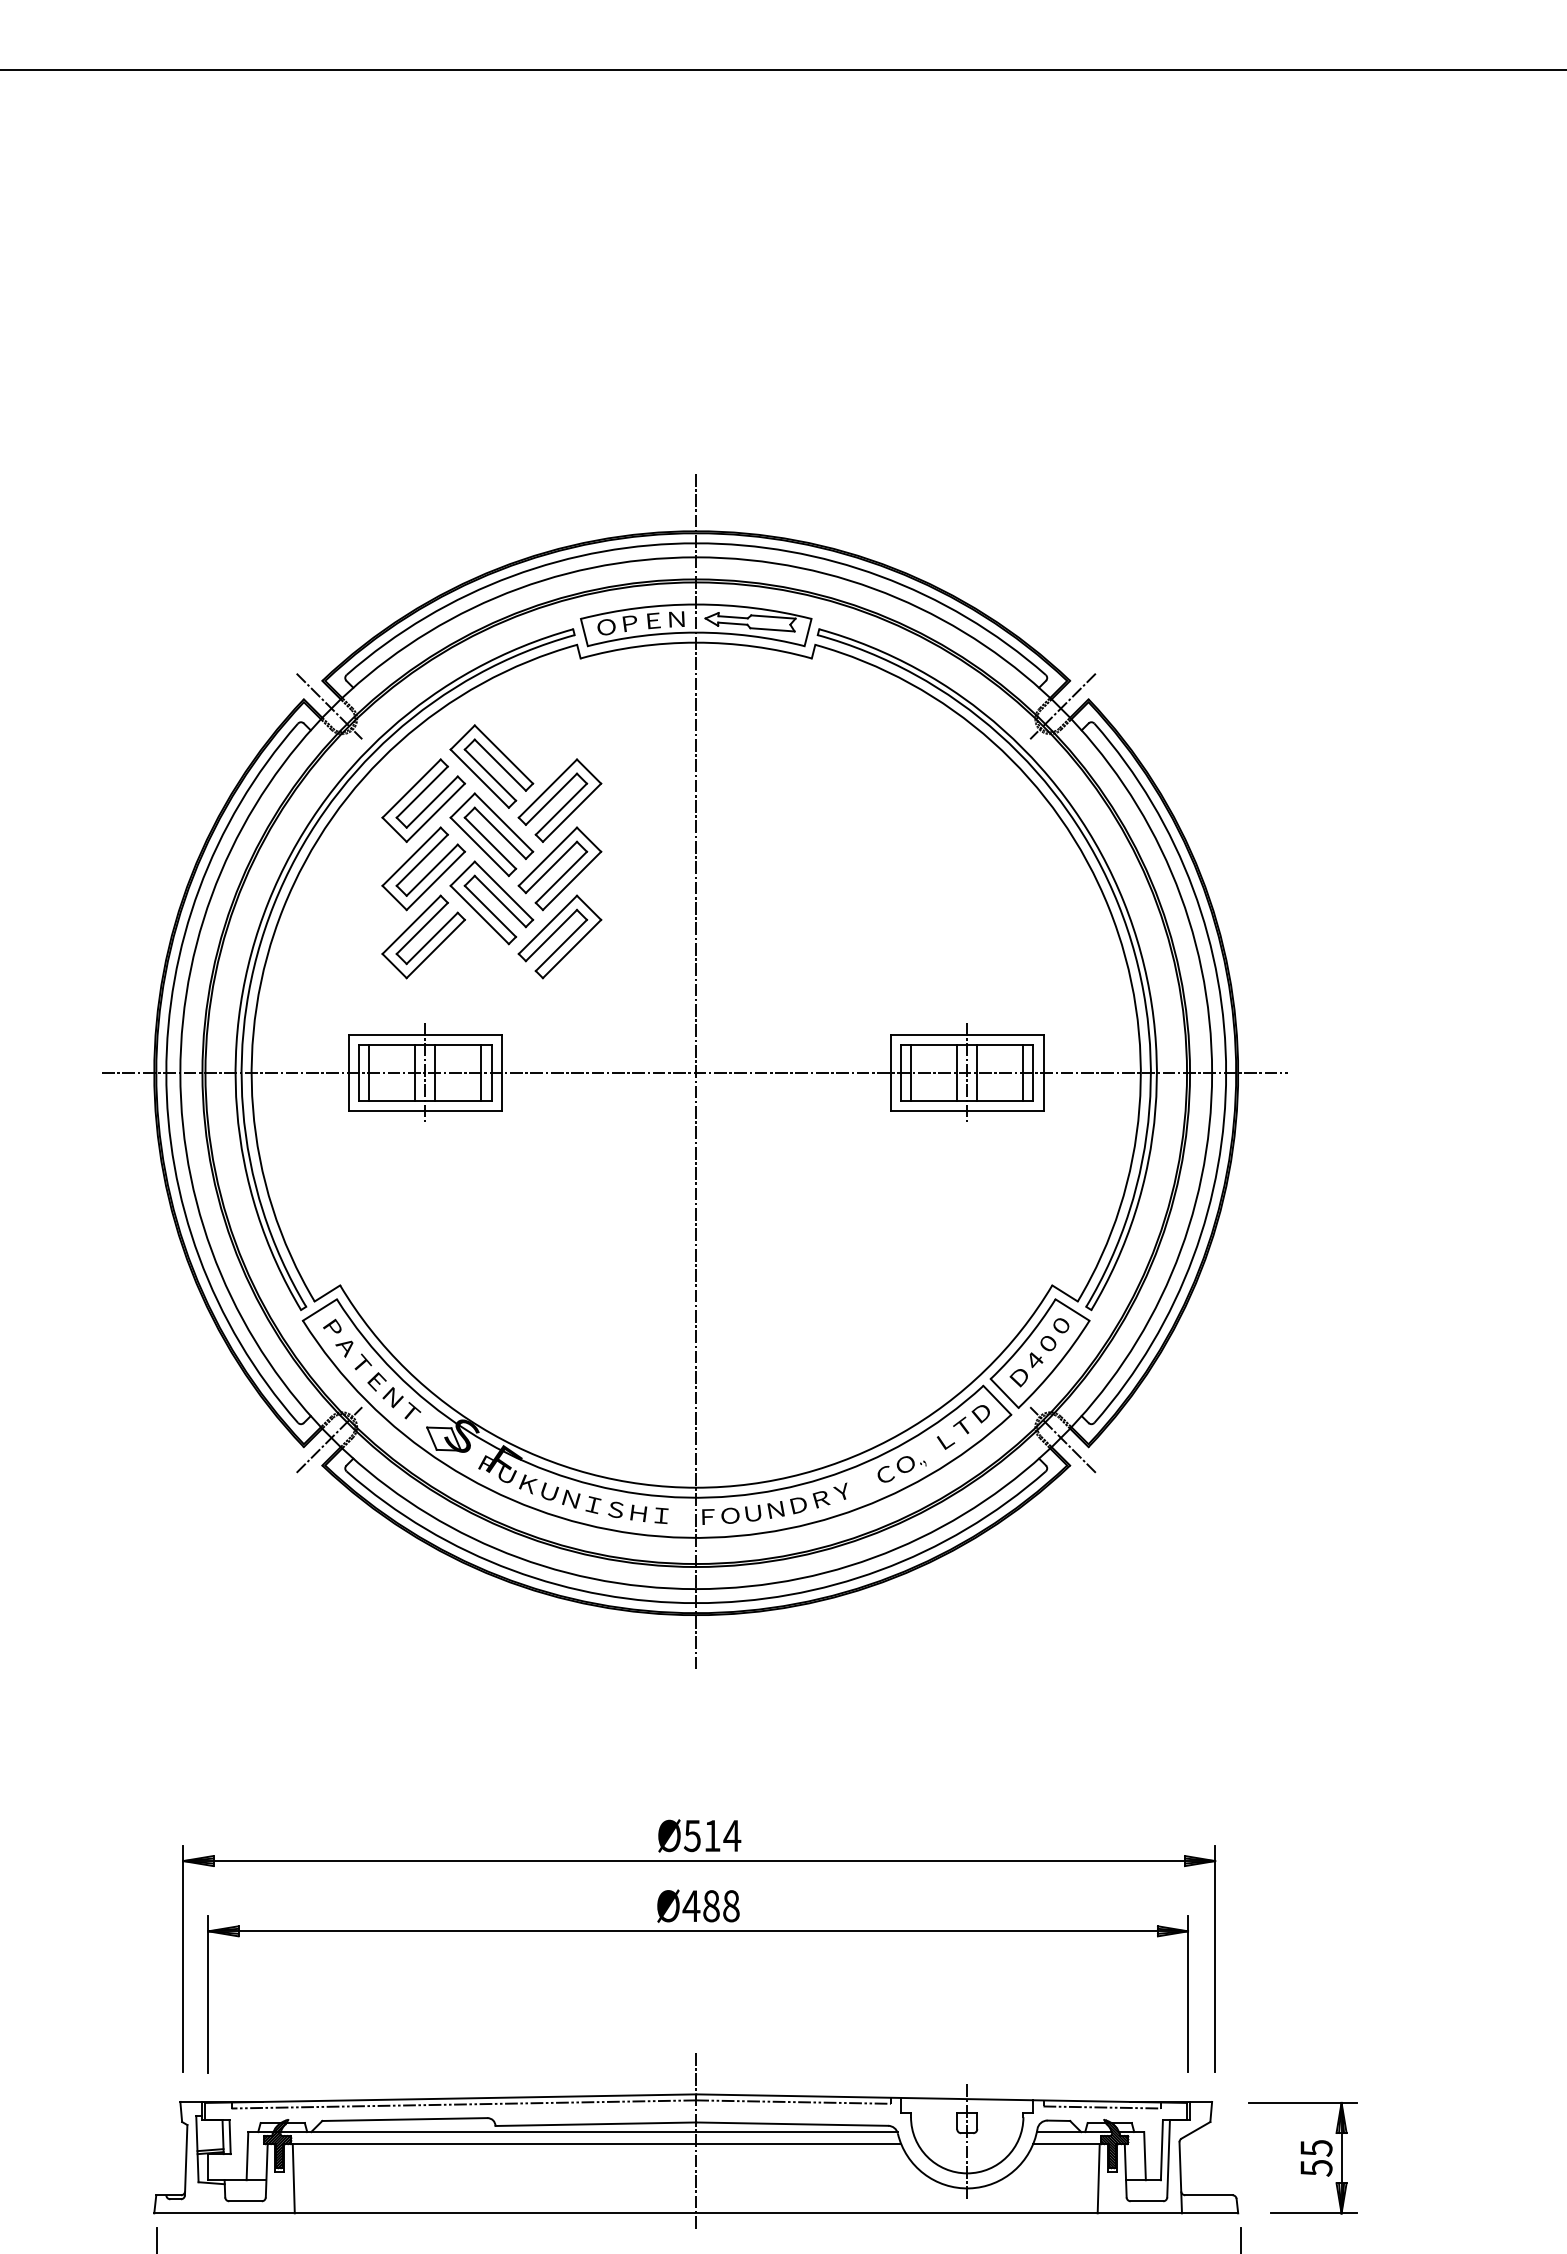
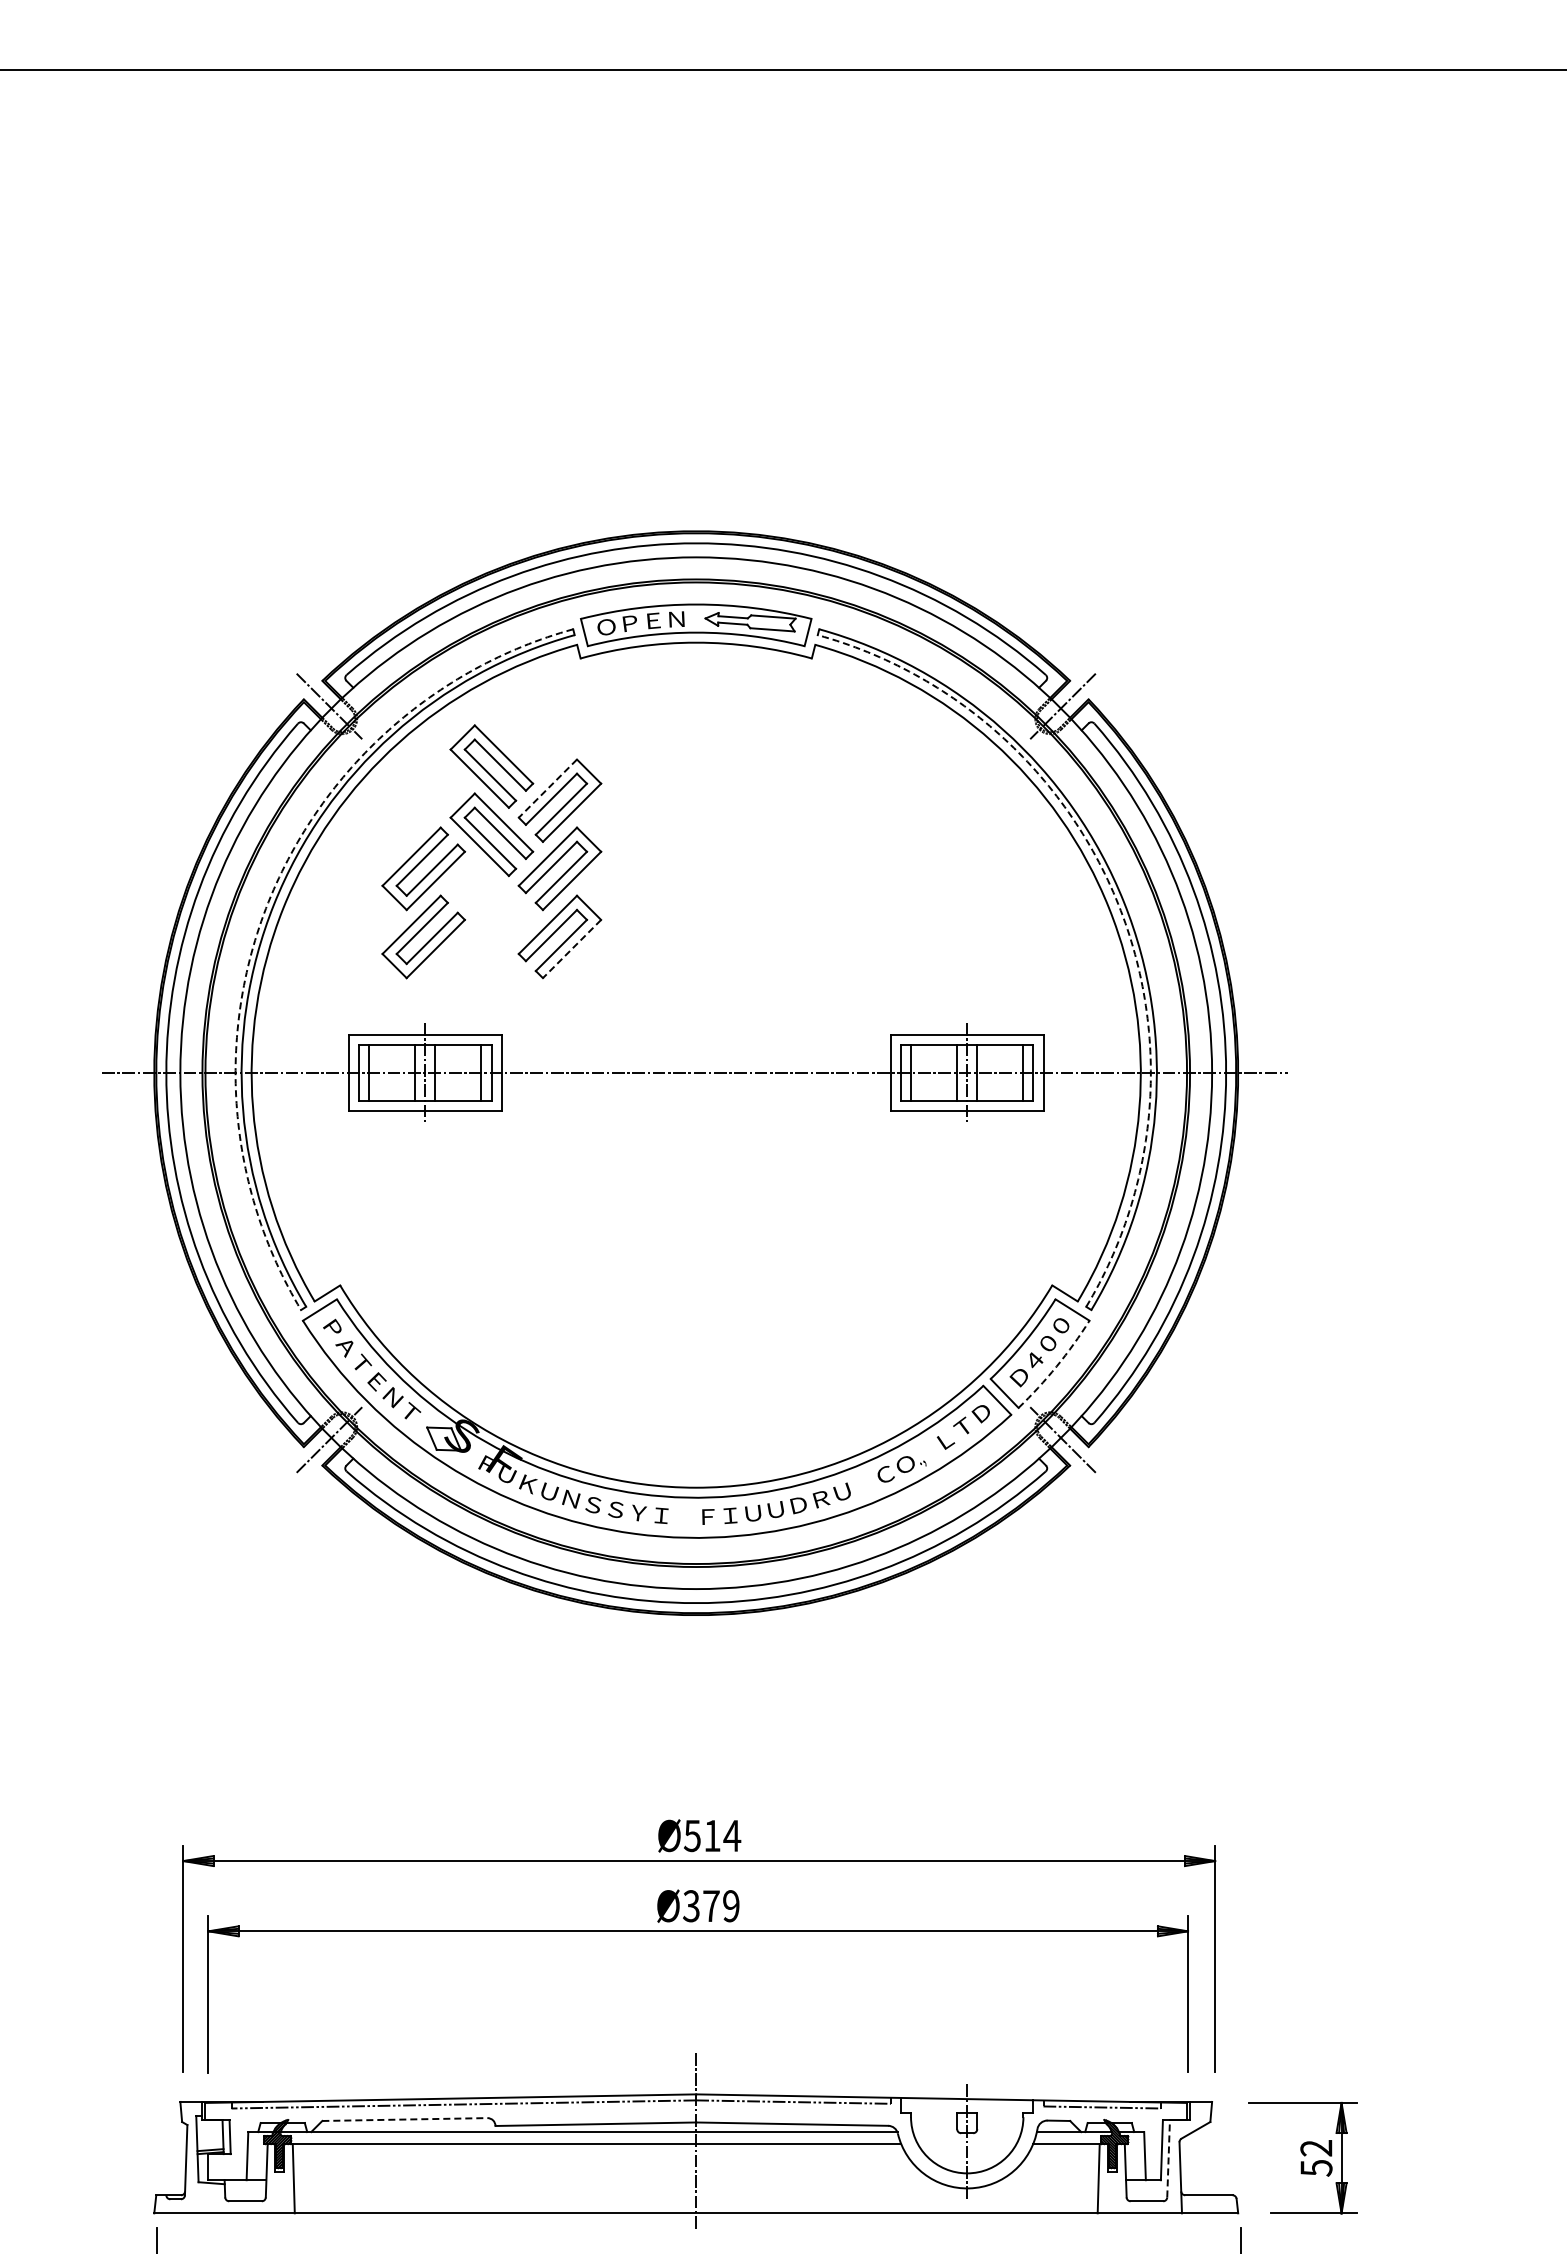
line at (547, 789): solid -> dashed
part at (423, 800): present -> none
part at (495, 897): present -> none
arc at (268, 902): solid -> dashed
arc at (1118, 904): solid -> dashed
line at (571, 949): solid -> dashed
line at (696, 1071): present -> none
arc at (1056, 1366): solid -> dashed
text at (841, 1491): Ｙ -> Ｕ
text at (593, 1505): Ｉ -> Ｓ
text at (776, 1509): Ｎ -> Ｕ
text at (638, 1513): Ｈ -> Ｙ
text at (730, 1515): Ｏ -> Ｉ
text at (710, 1906): Ø488 -> Ø379
line at (404, 2119): solid -> dashed
text at (1316, 2148): 55 -> 52
line at (1168, 2158): solid -> dashed
